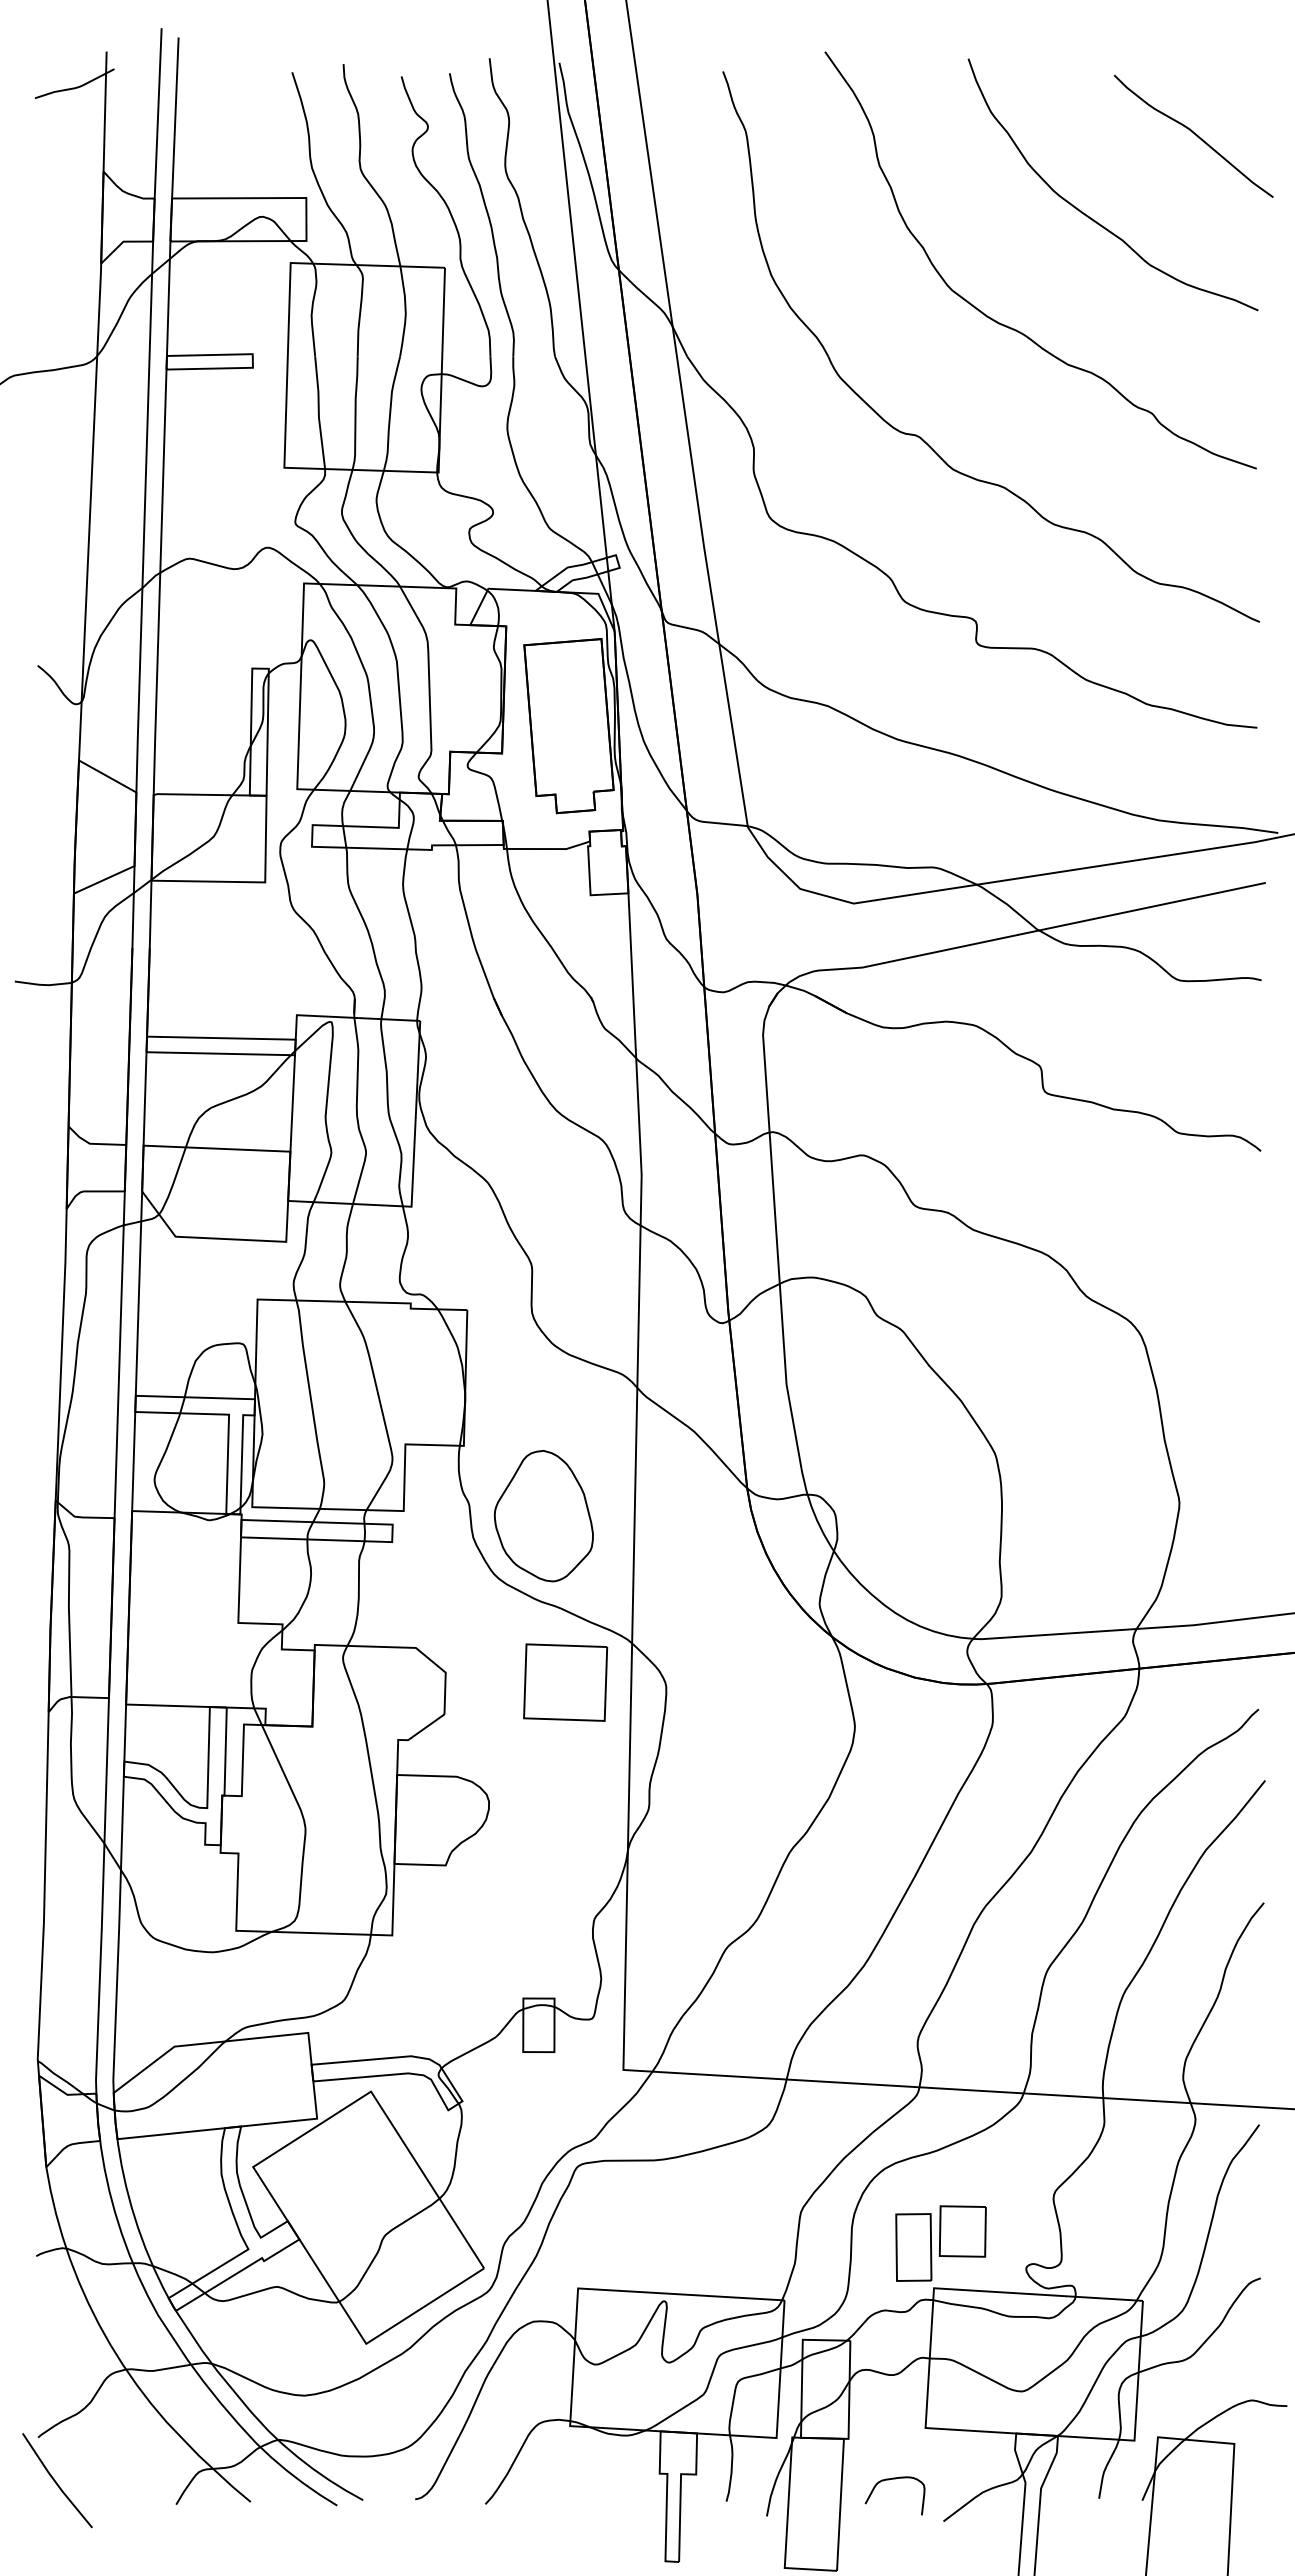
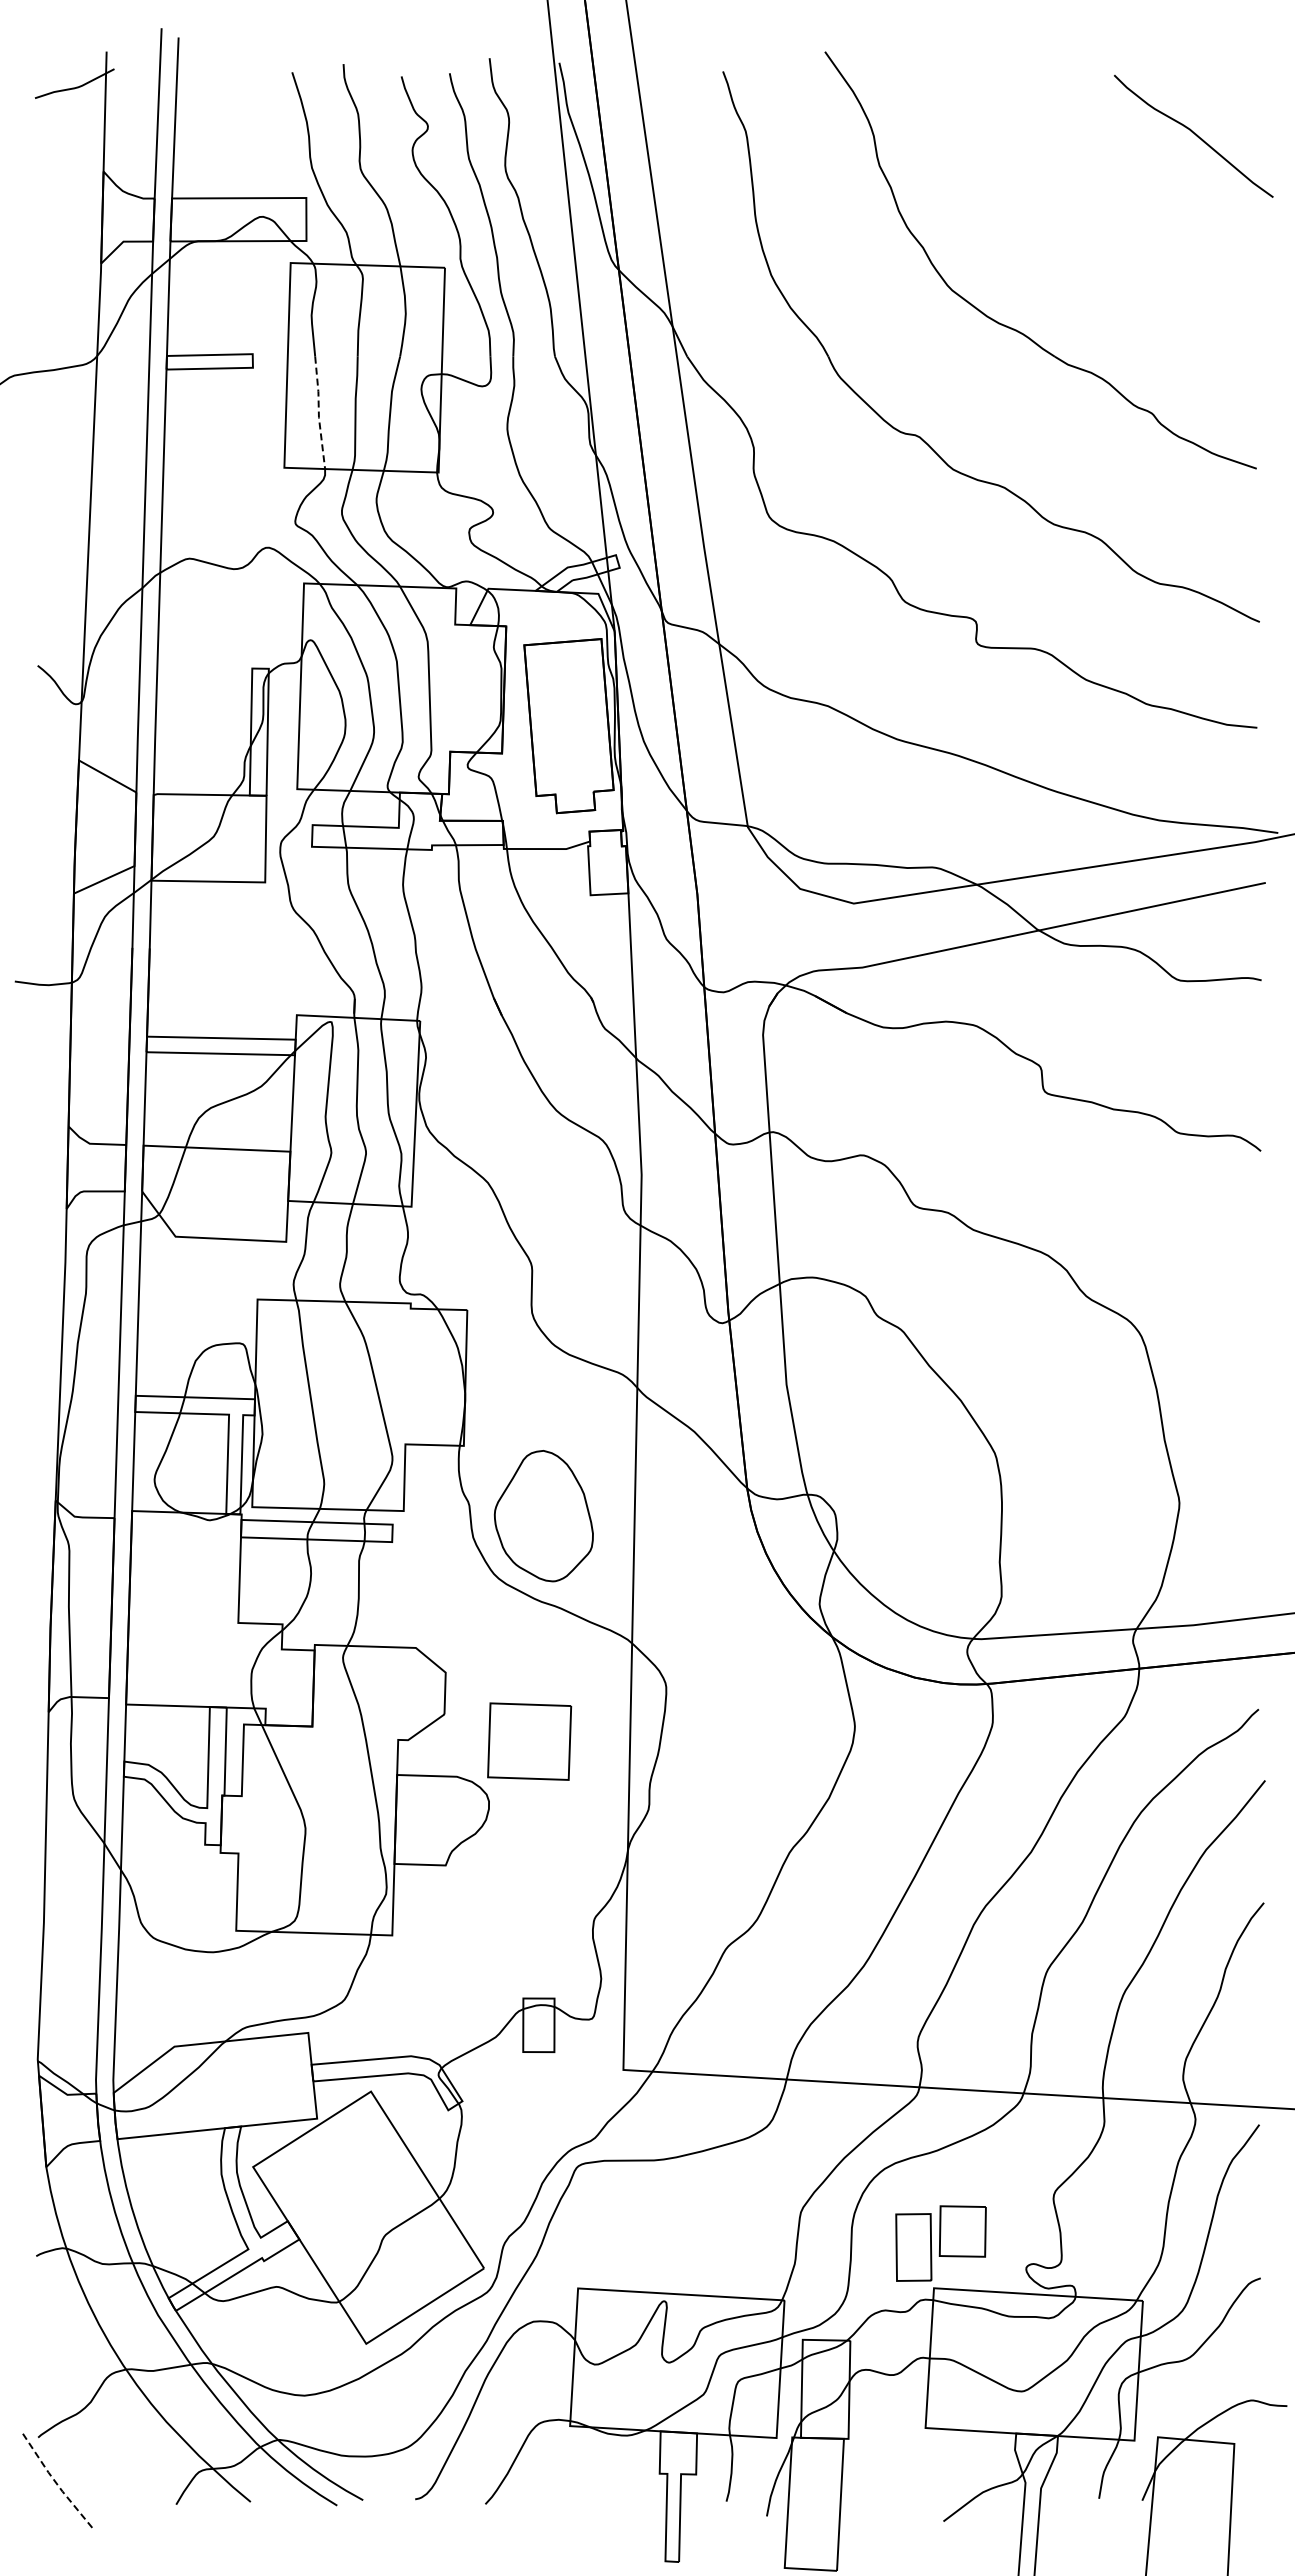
curve at (1091, 217): present -> none
line at (318, 412): solid -> dashed
part at (565, 1682) position: (565, 1682) -> (529, 1741)
curve at (889, 2480): present -> none
line at (55, 2482): solid -> dashed
